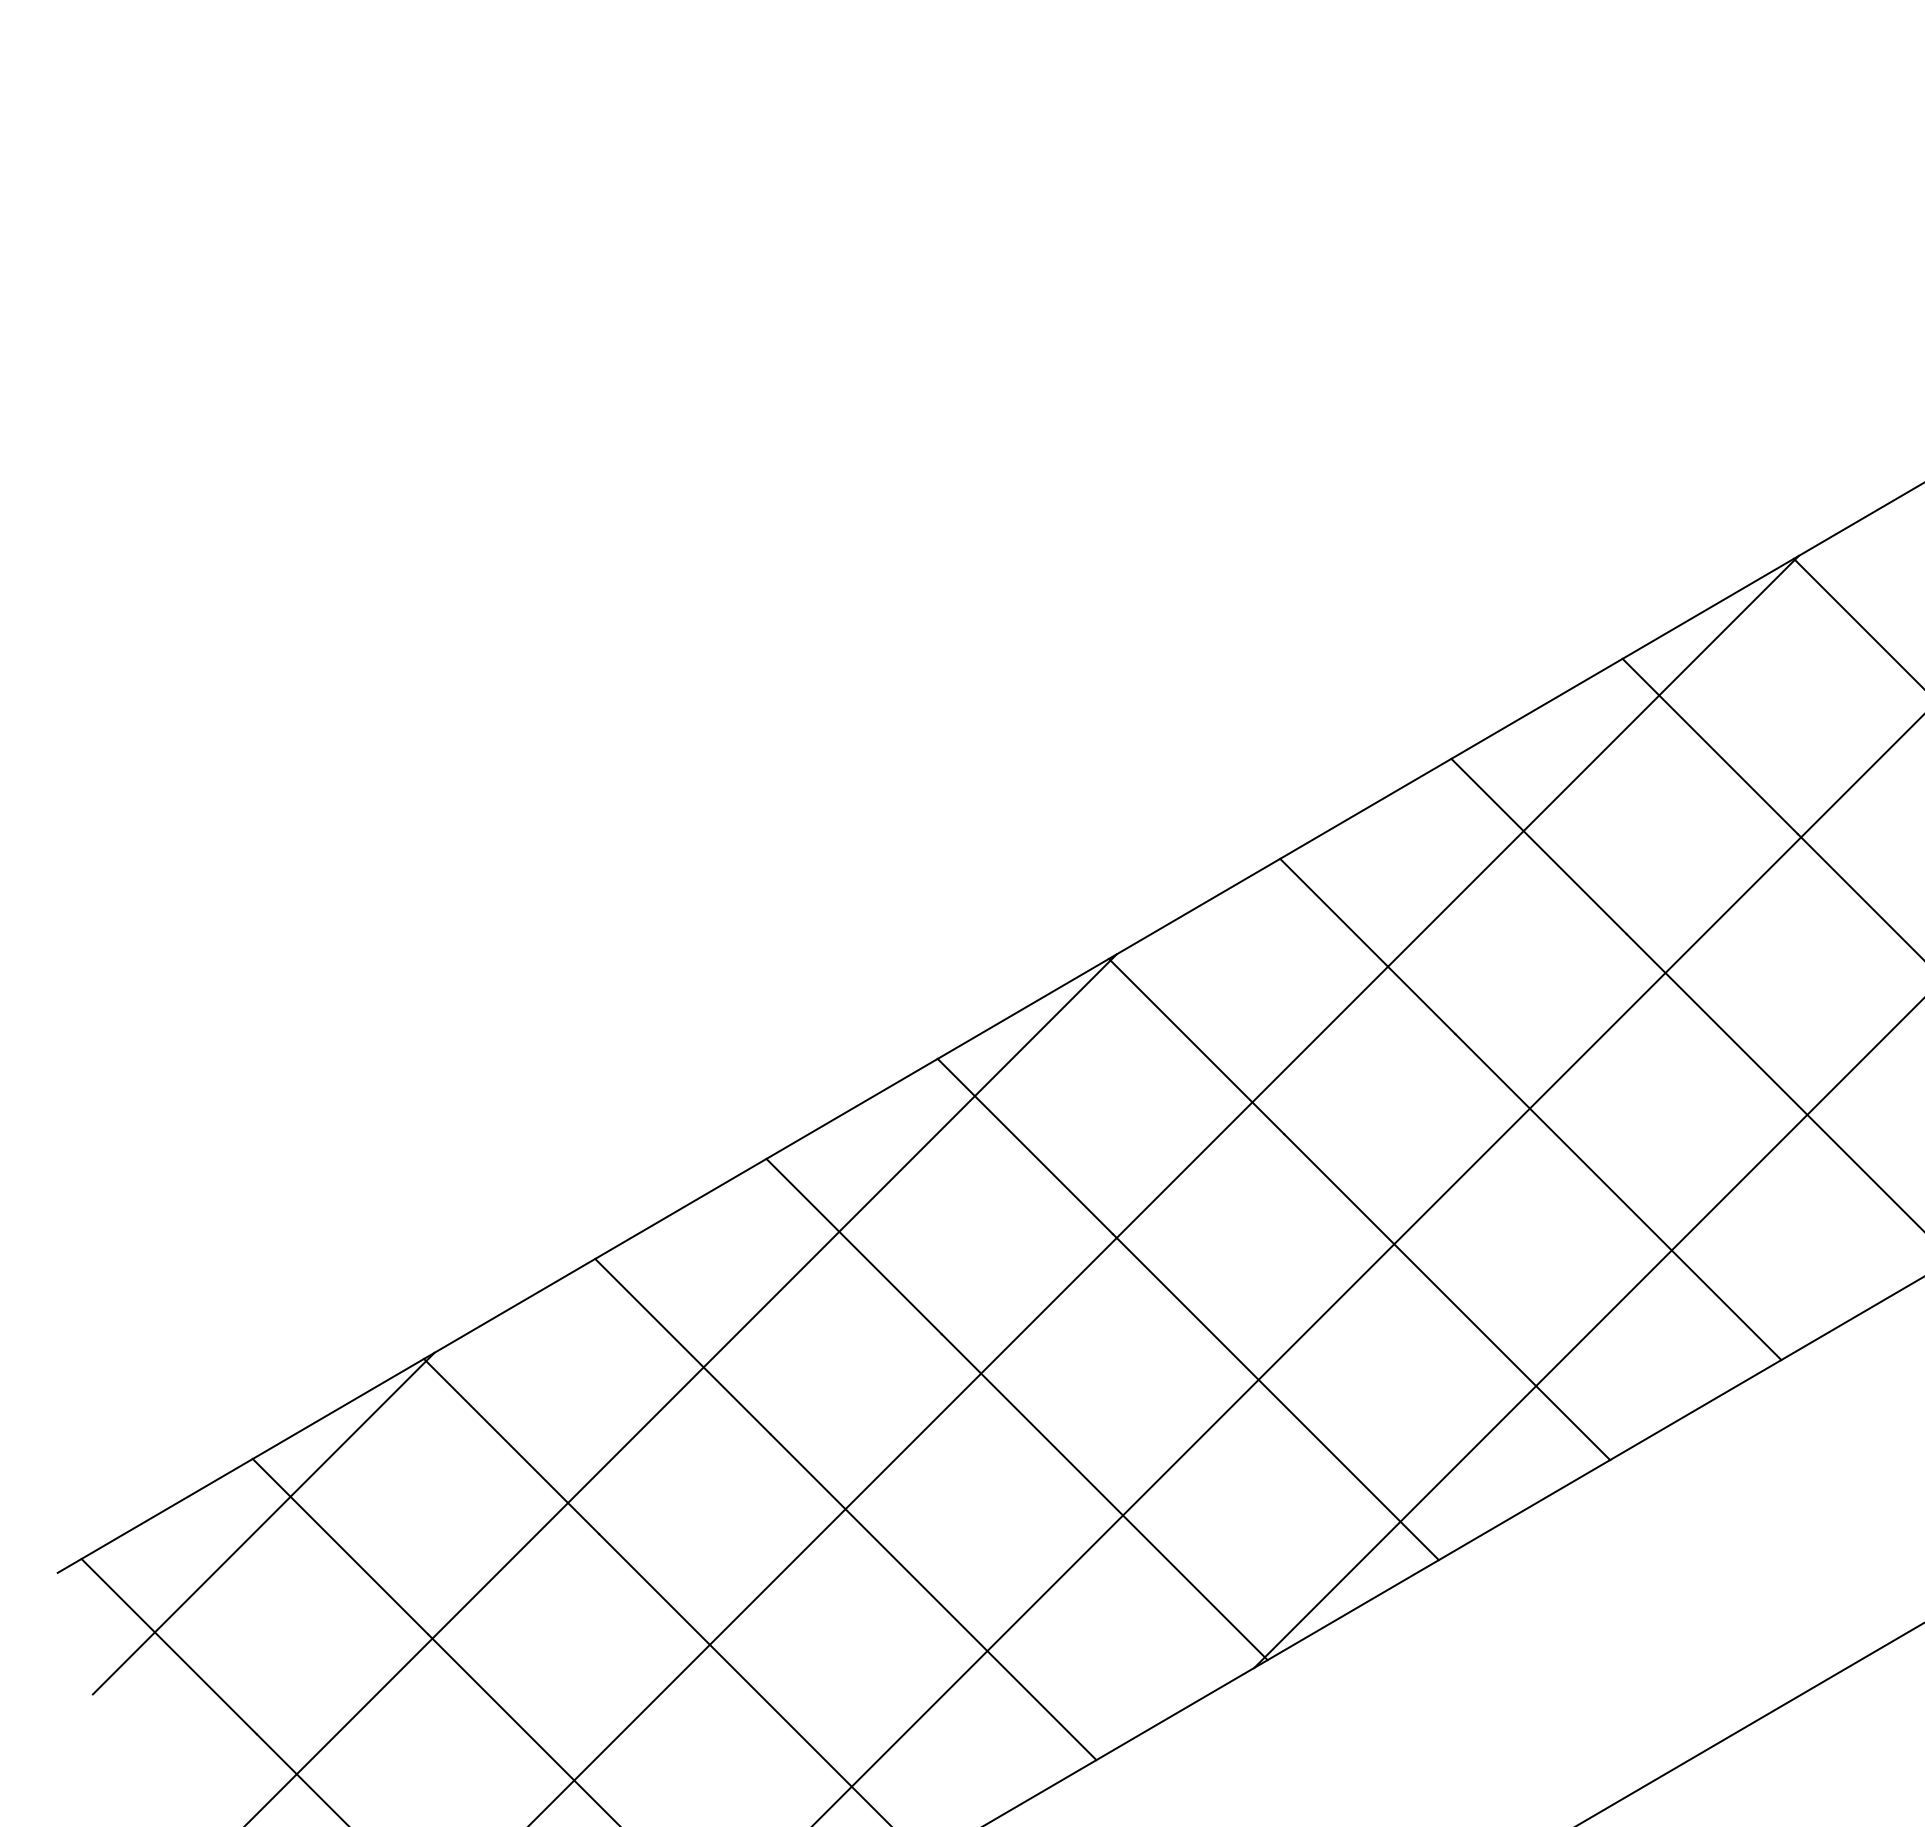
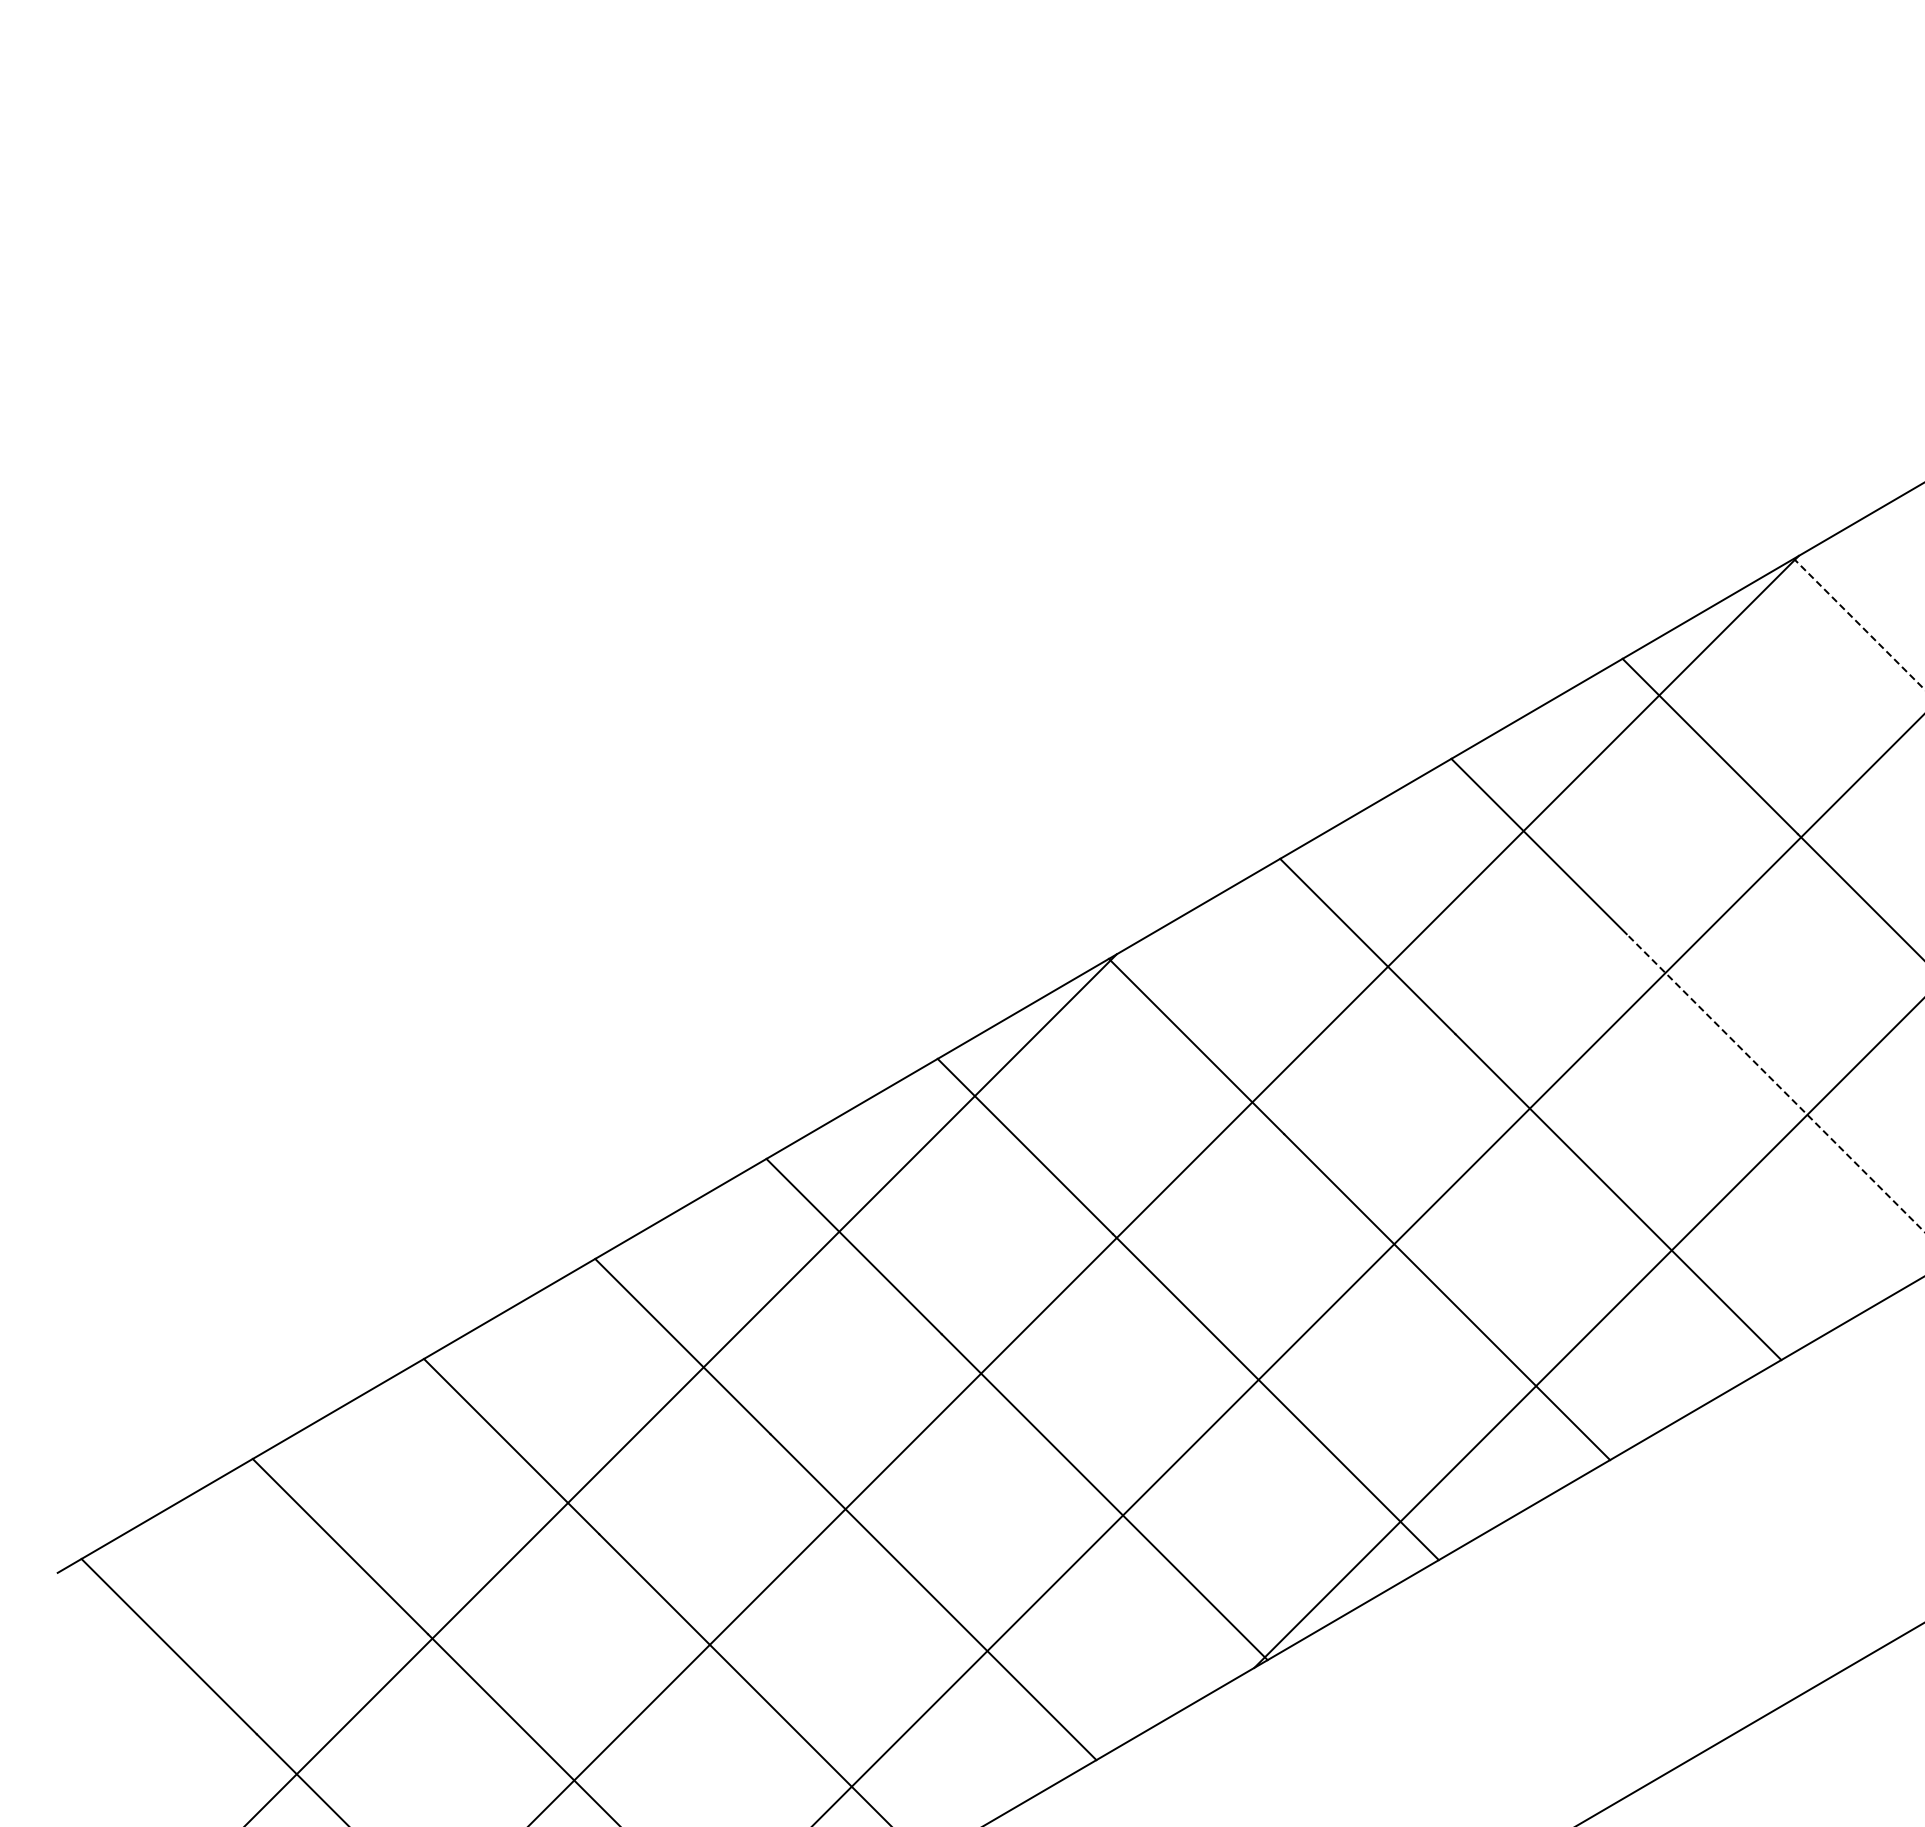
line at (1858, 623): solid -> dashed
line at (1775, 1082): solid -> dashed
line at (263, 1523): present -> none
